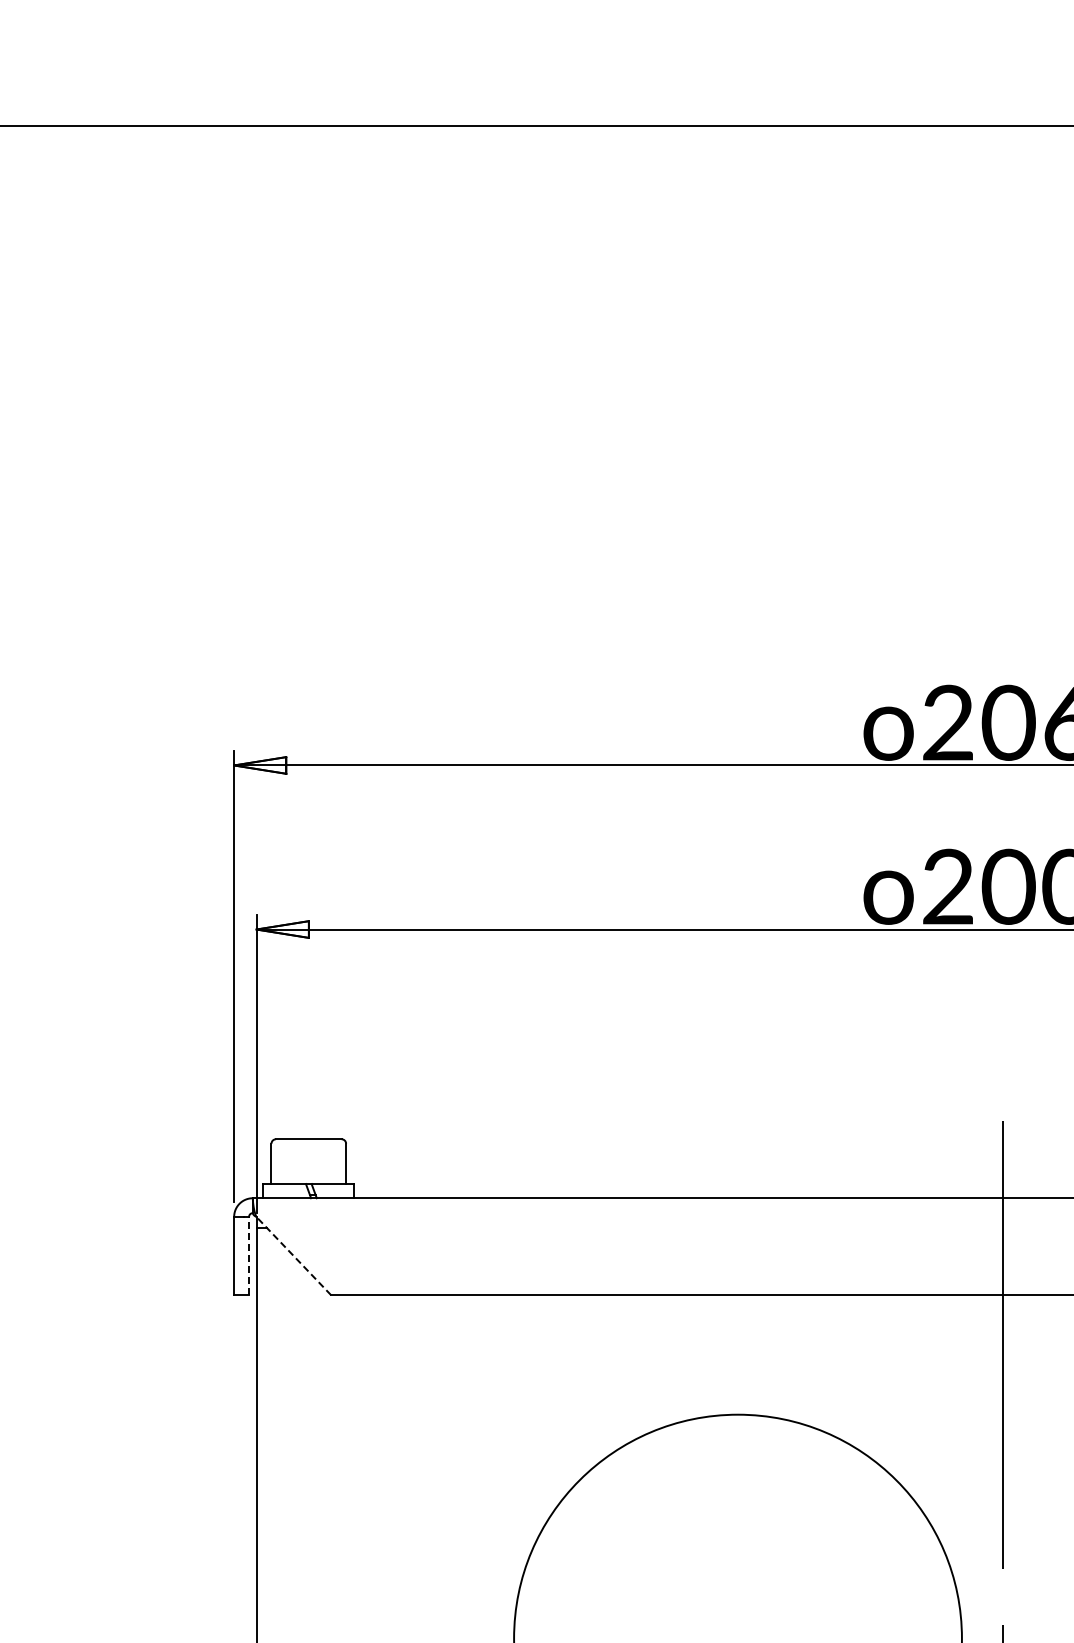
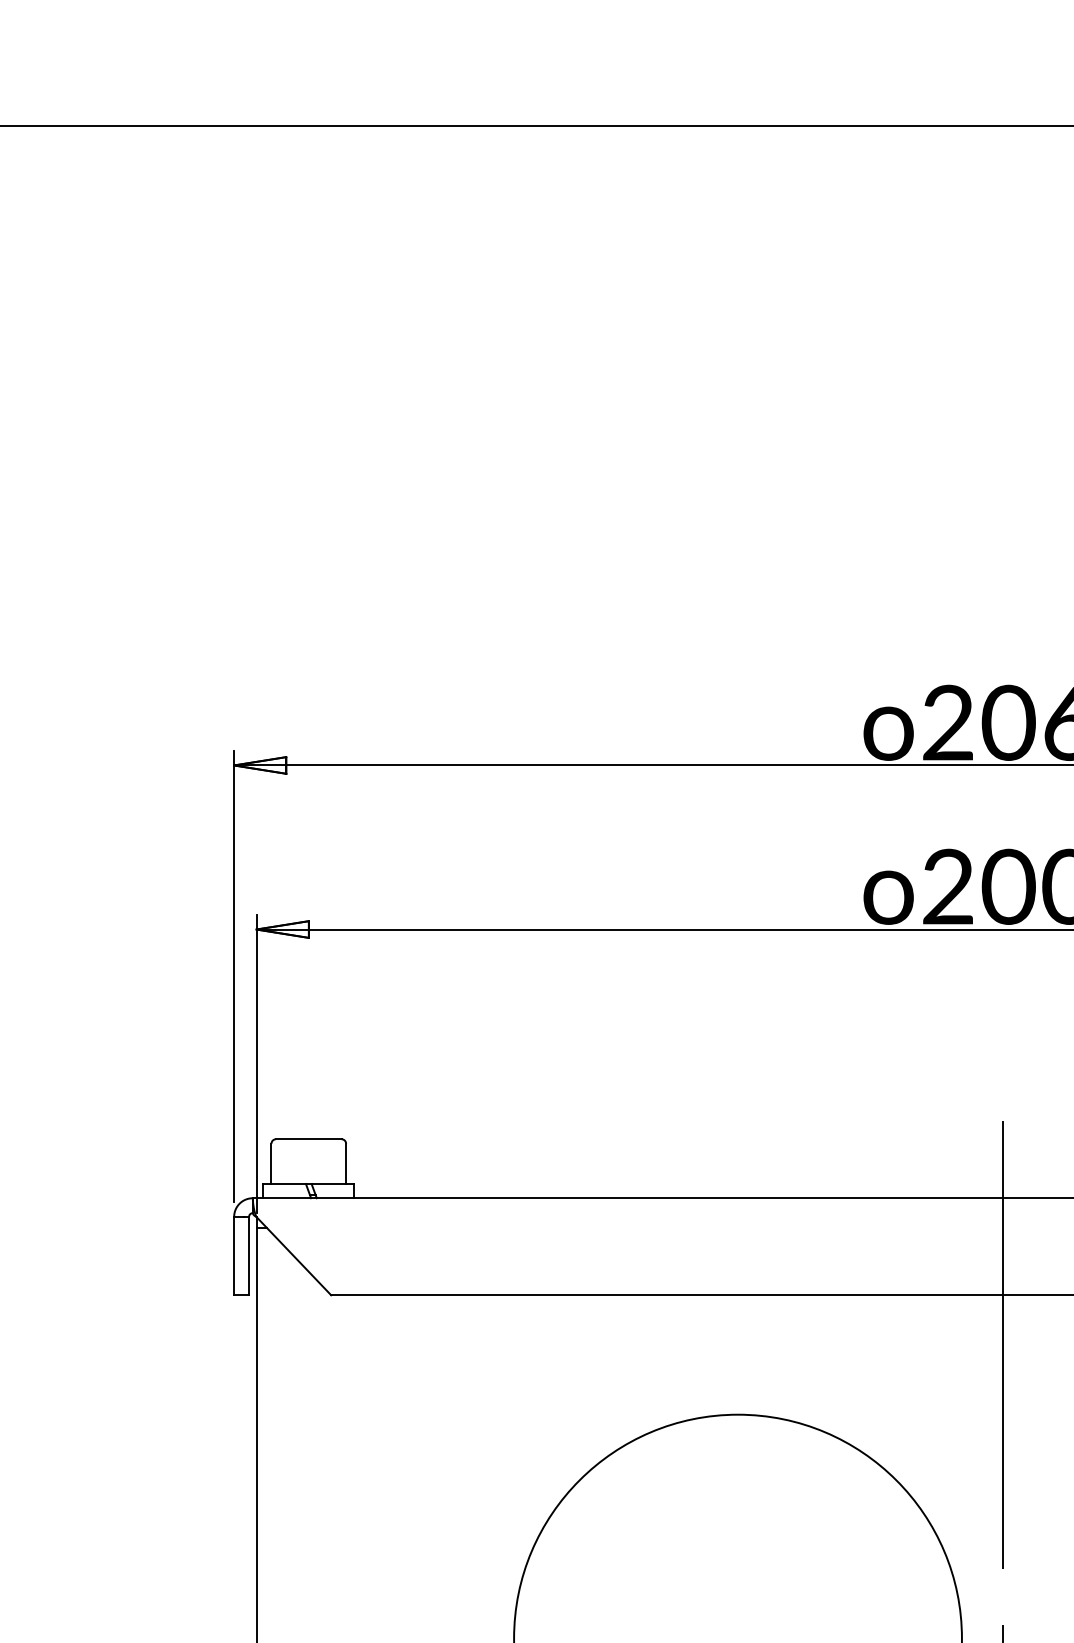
line at (249, 1255): dashed -> solid
line at (293, 1255): dashed -> solid
